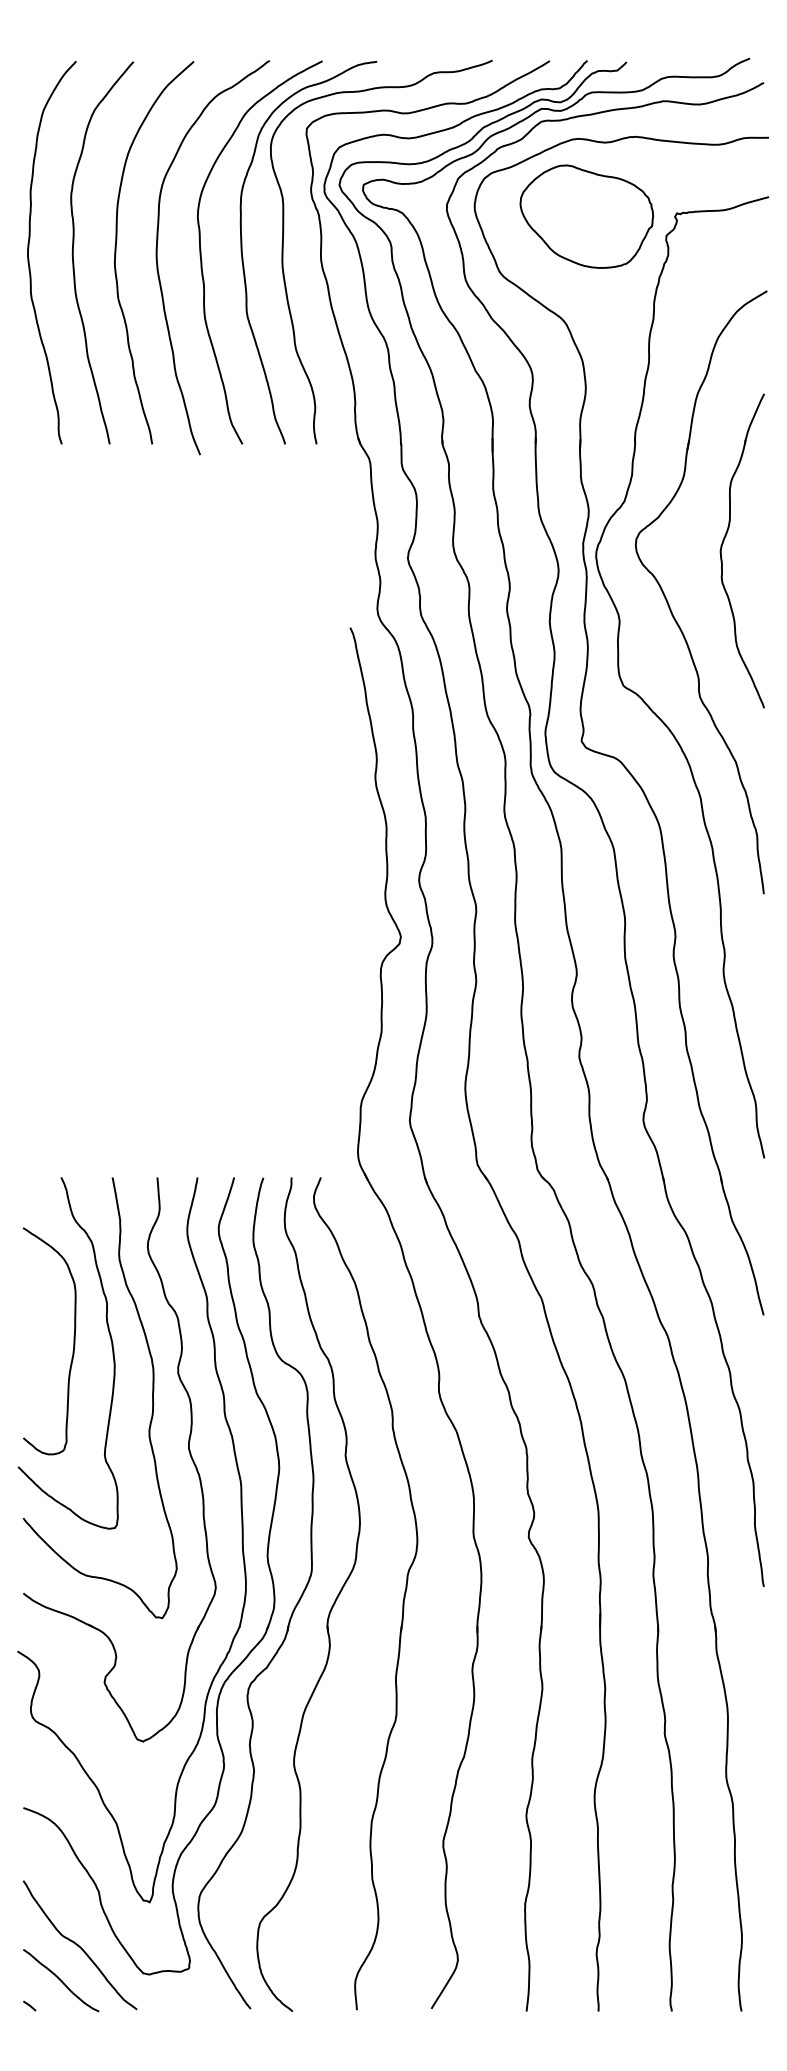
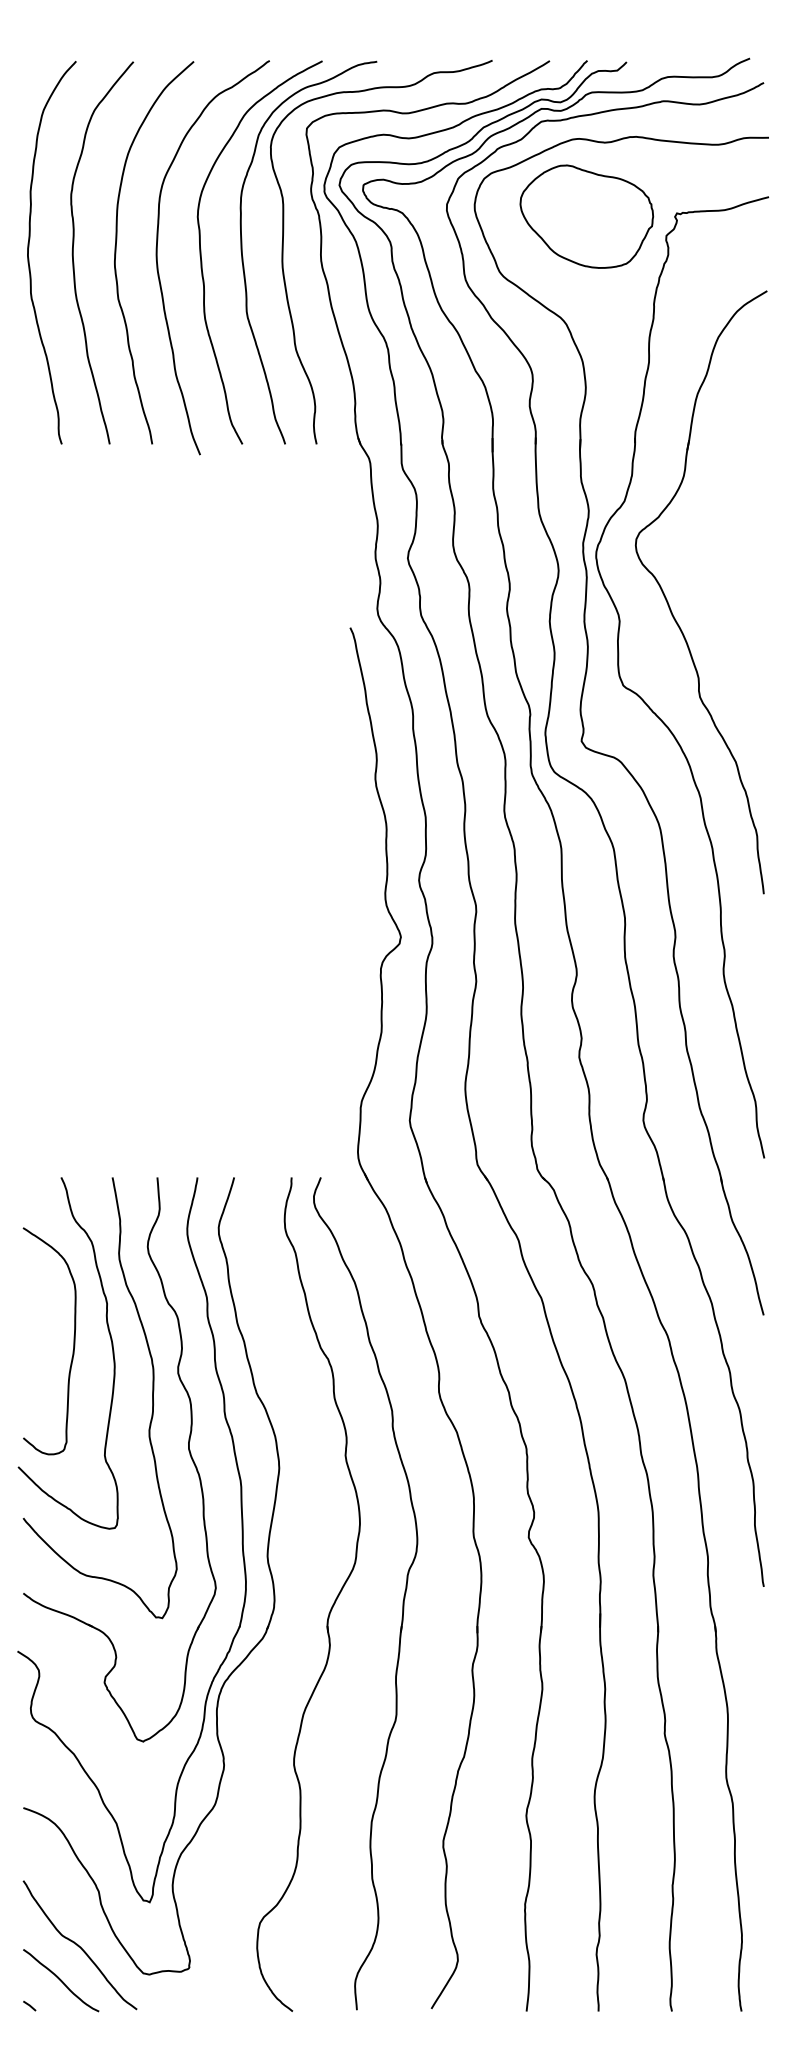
part at (723, 544): present -> none
part at (292, 1610): present -> none
